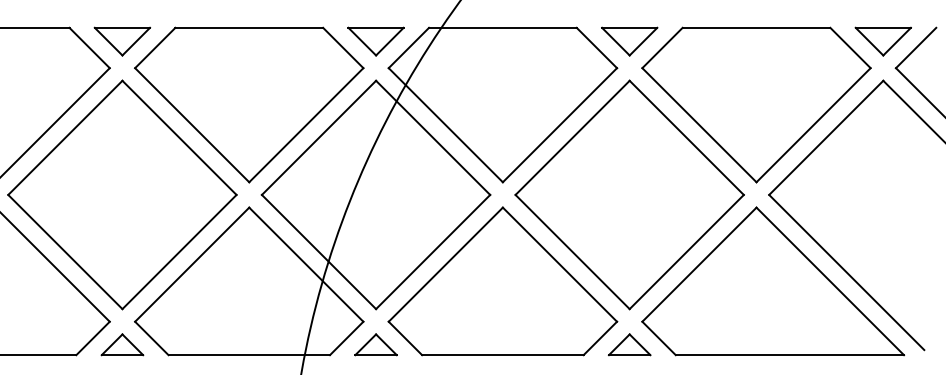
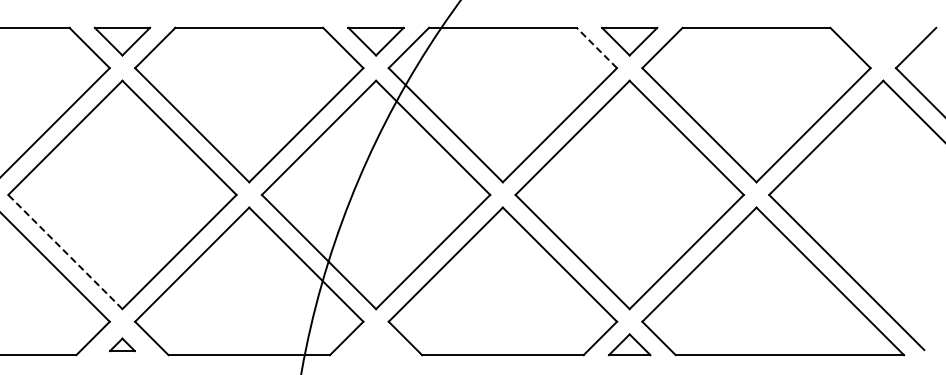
part at (882, 41): present -> none
line at (596, 48): solid -> dashed
line at (65, 252): solid -> dashed
part at (122, 344) size: 45x24 px -> 27x16 px
part at (375, 344): present -> none
